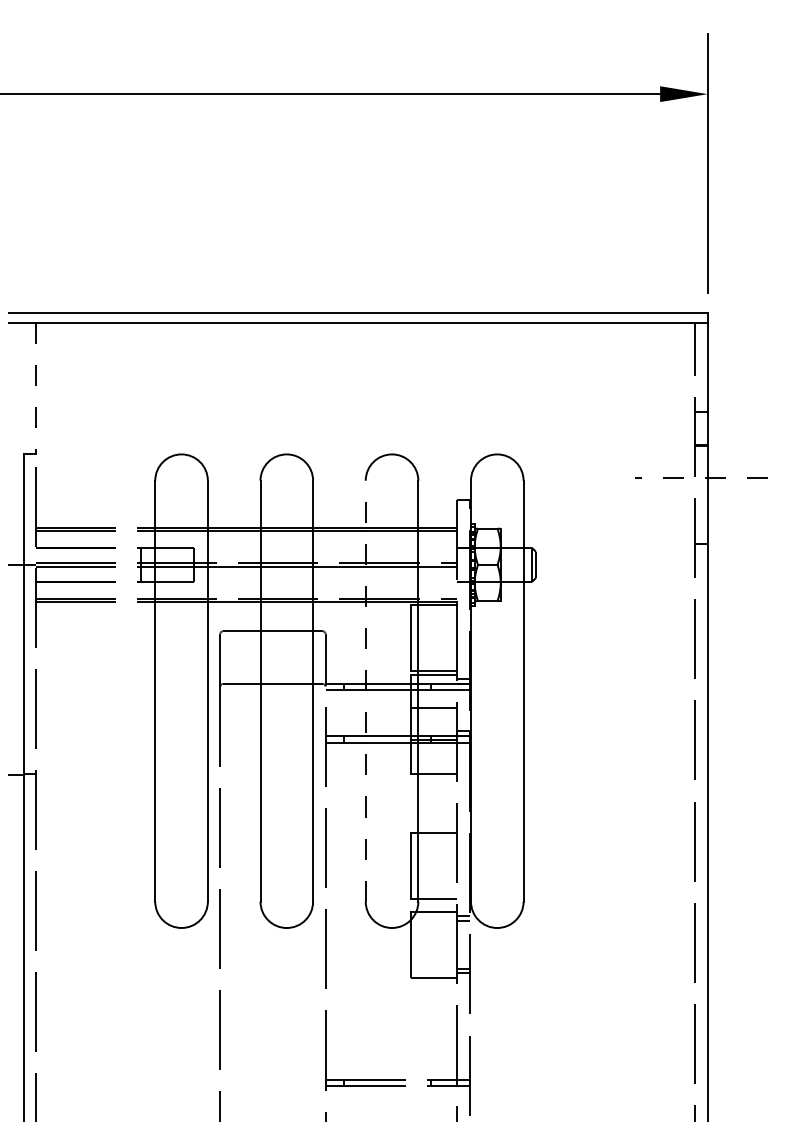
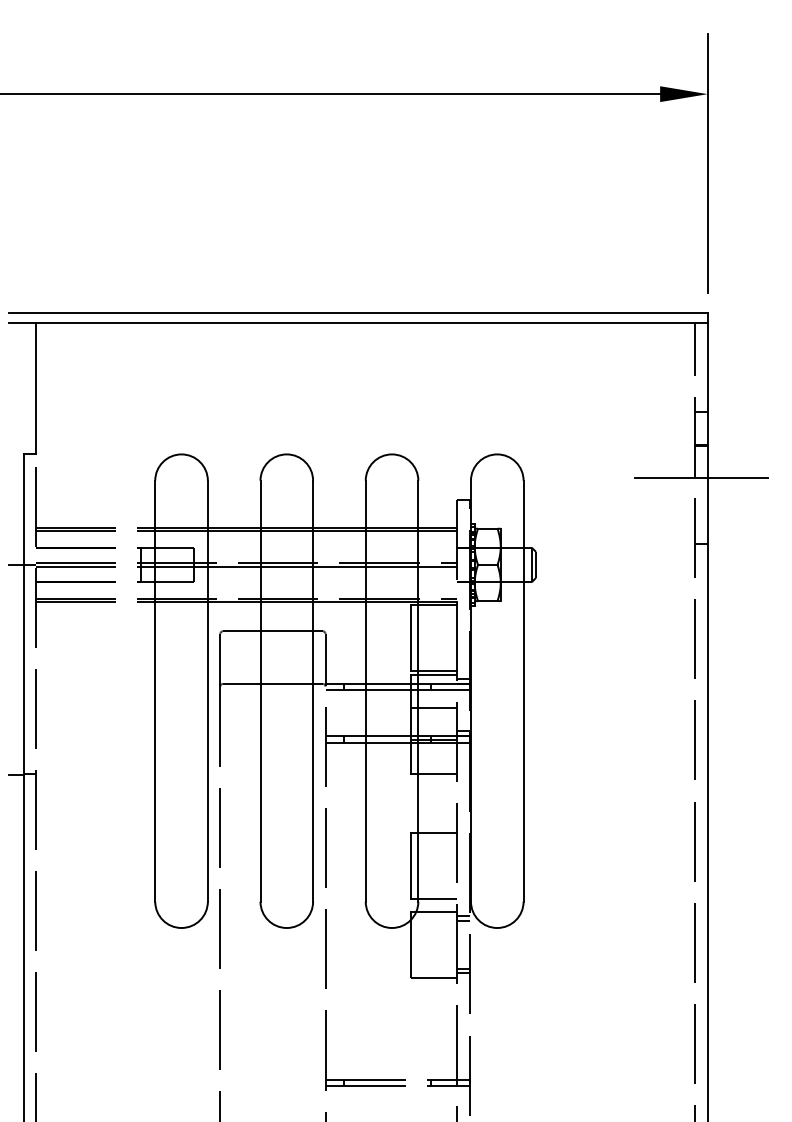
line at (36, 388): dashed -> solid
line at (701, 478): dashed -> solid
line at (365, 690): dashed -> solid
